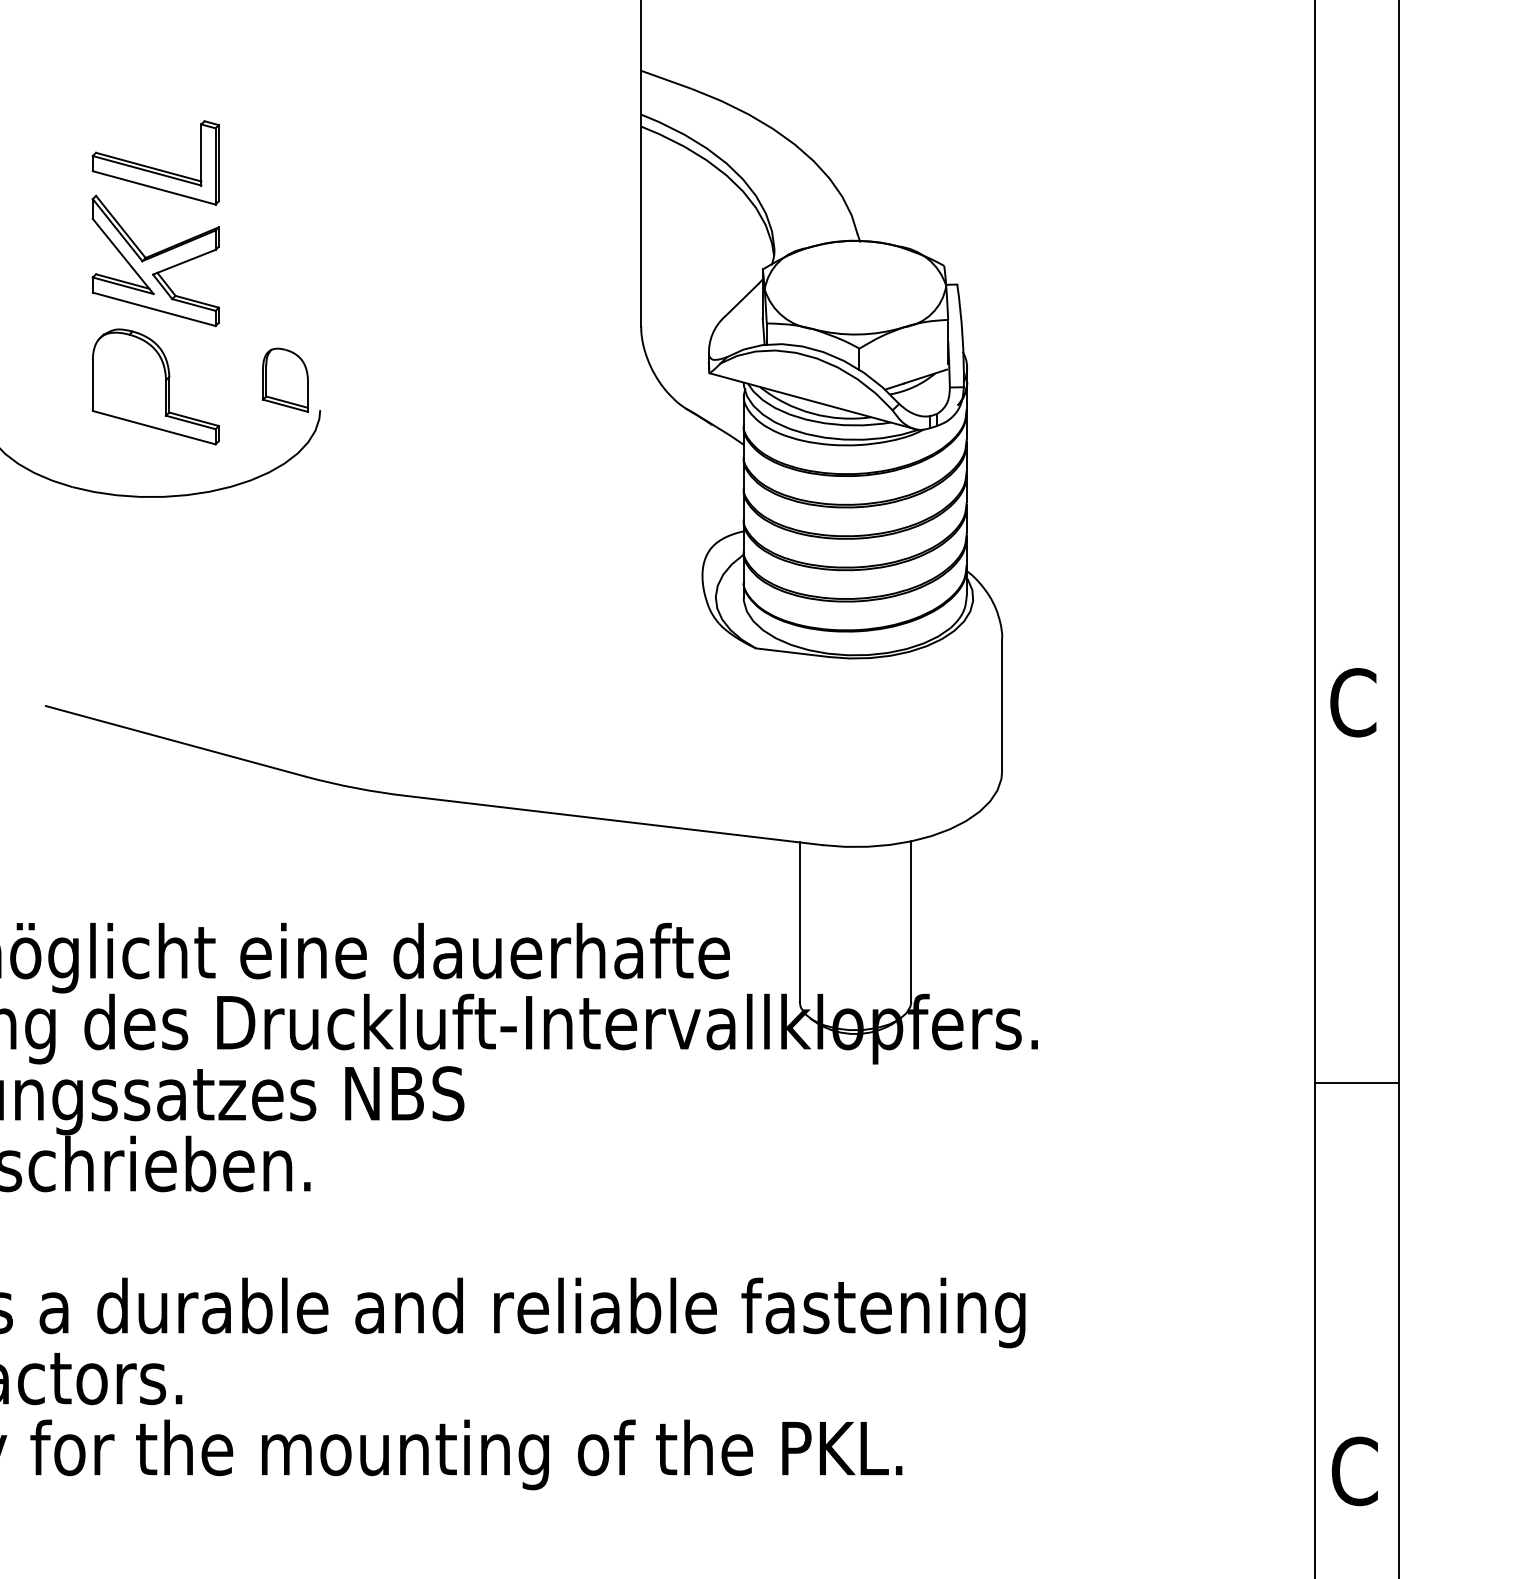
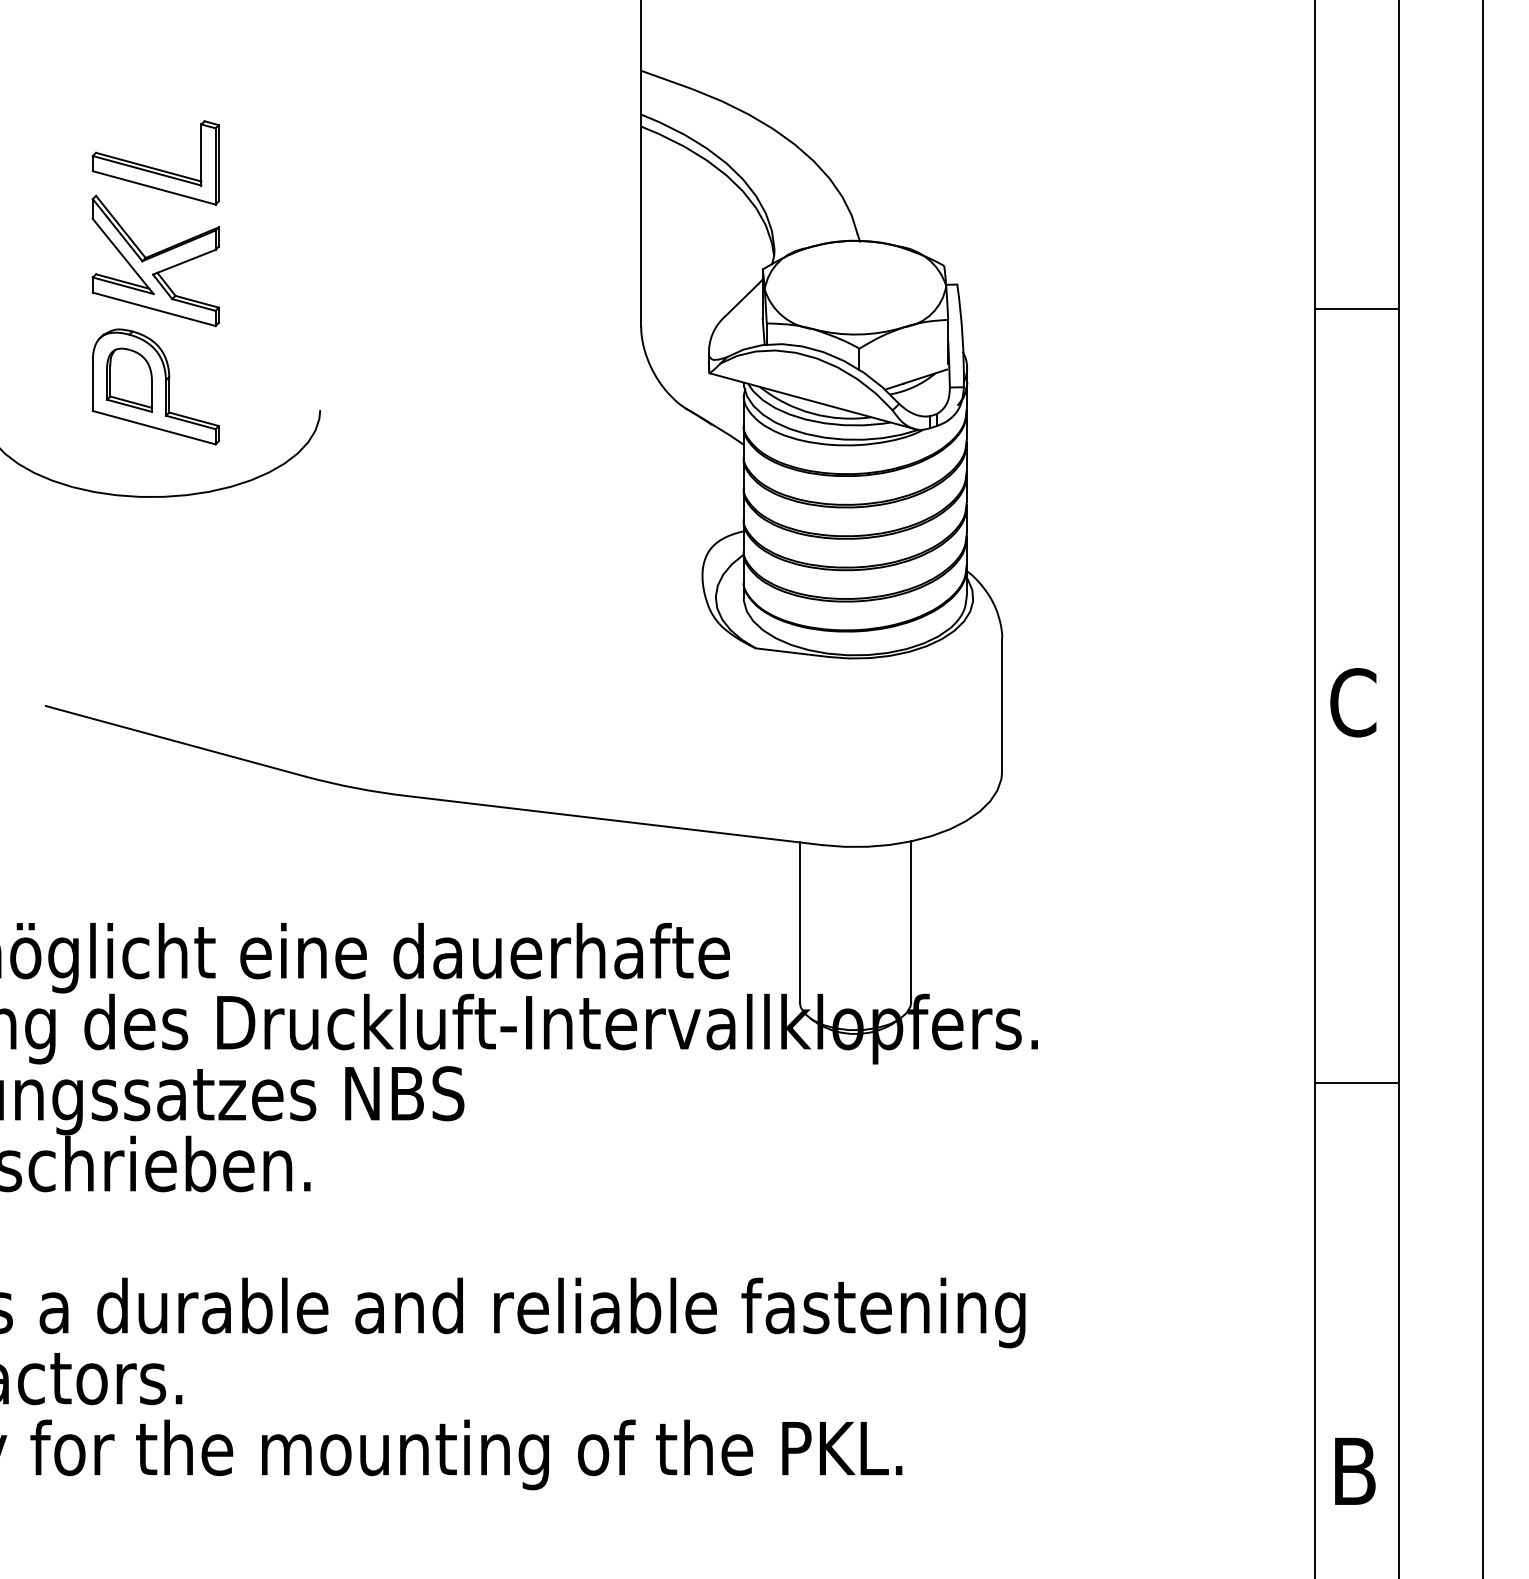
line at (1357, 308): none -> present
part at (285, 379) position: (285, 379) -> (129, 379)
line at (1483, 788): none -> present
text at (1354, 1471): C -> B
